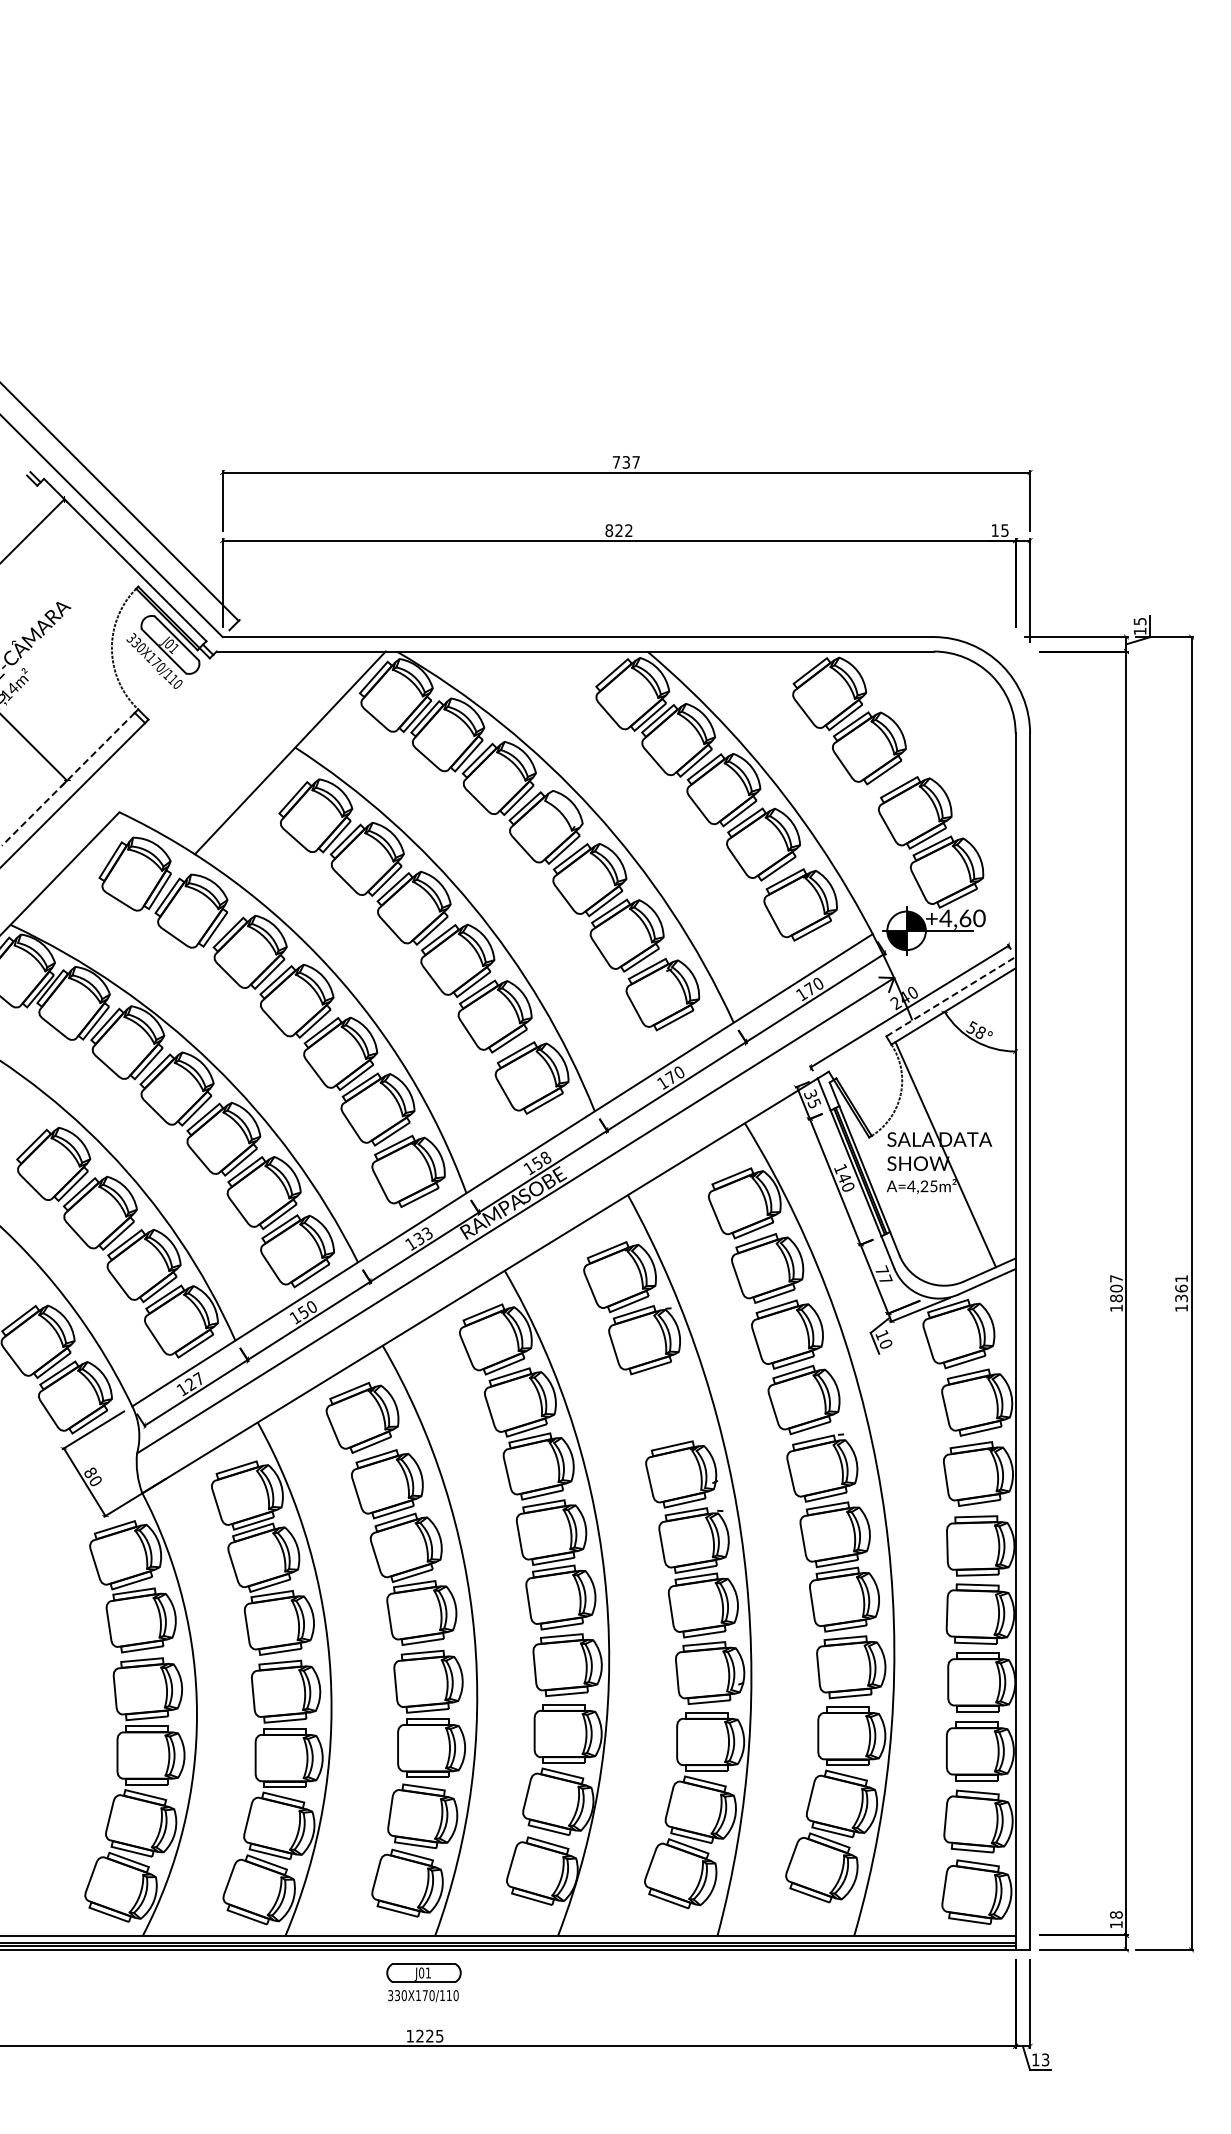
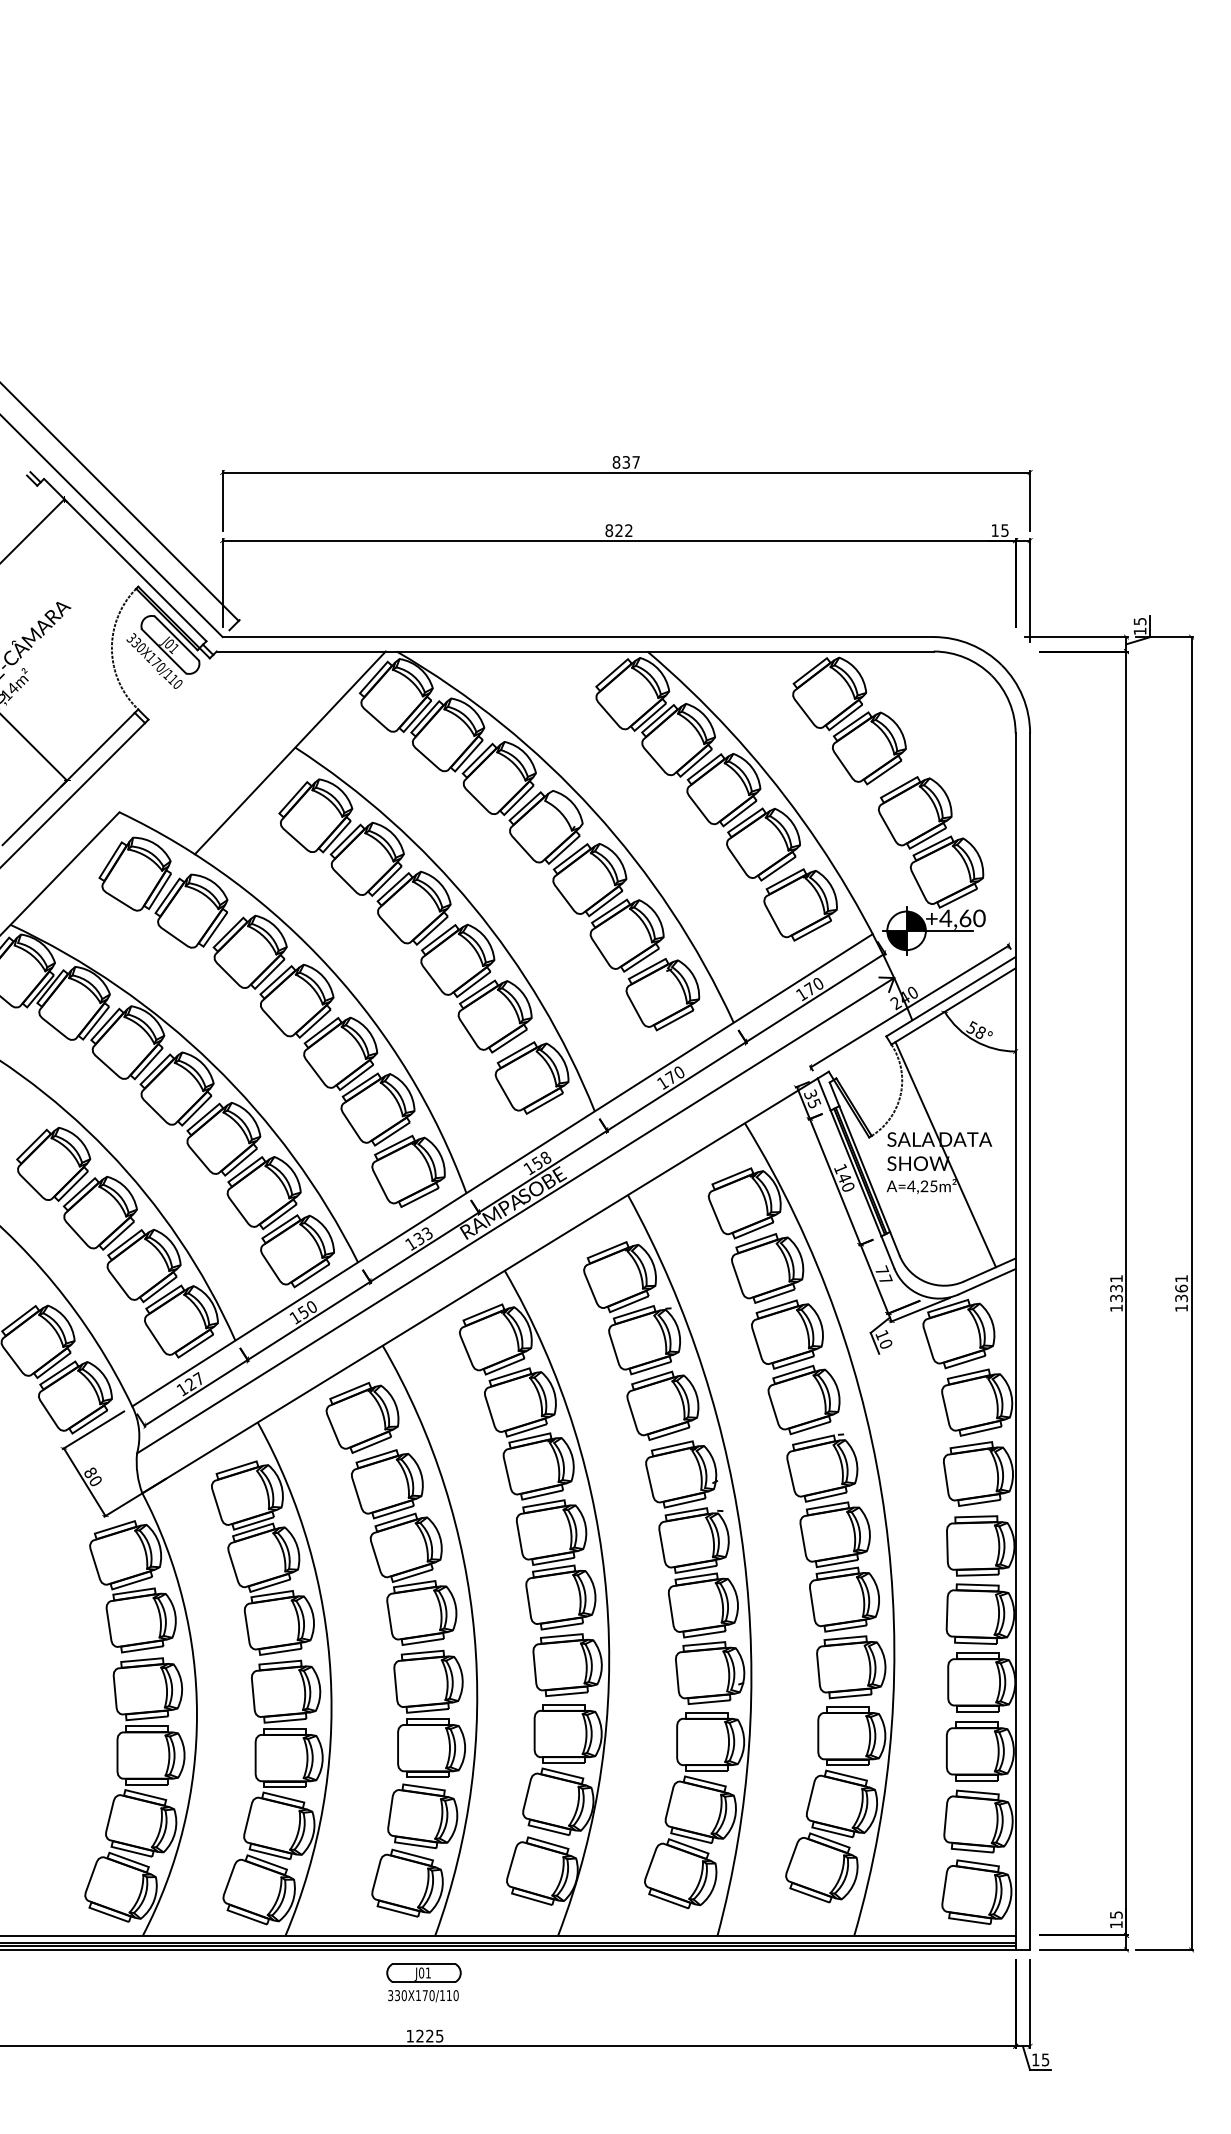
text at (616, 462): 737 -> 837
line at (68, 779): dashed -> solid
line at (951, 996): dashed -> solid
text at (1116, 1288): 1807 -> 1331
part at (662, 1405): none -> present
text at (1116, 1914): 18 -> 15
text at (1045, 2059): 13 -> 15
